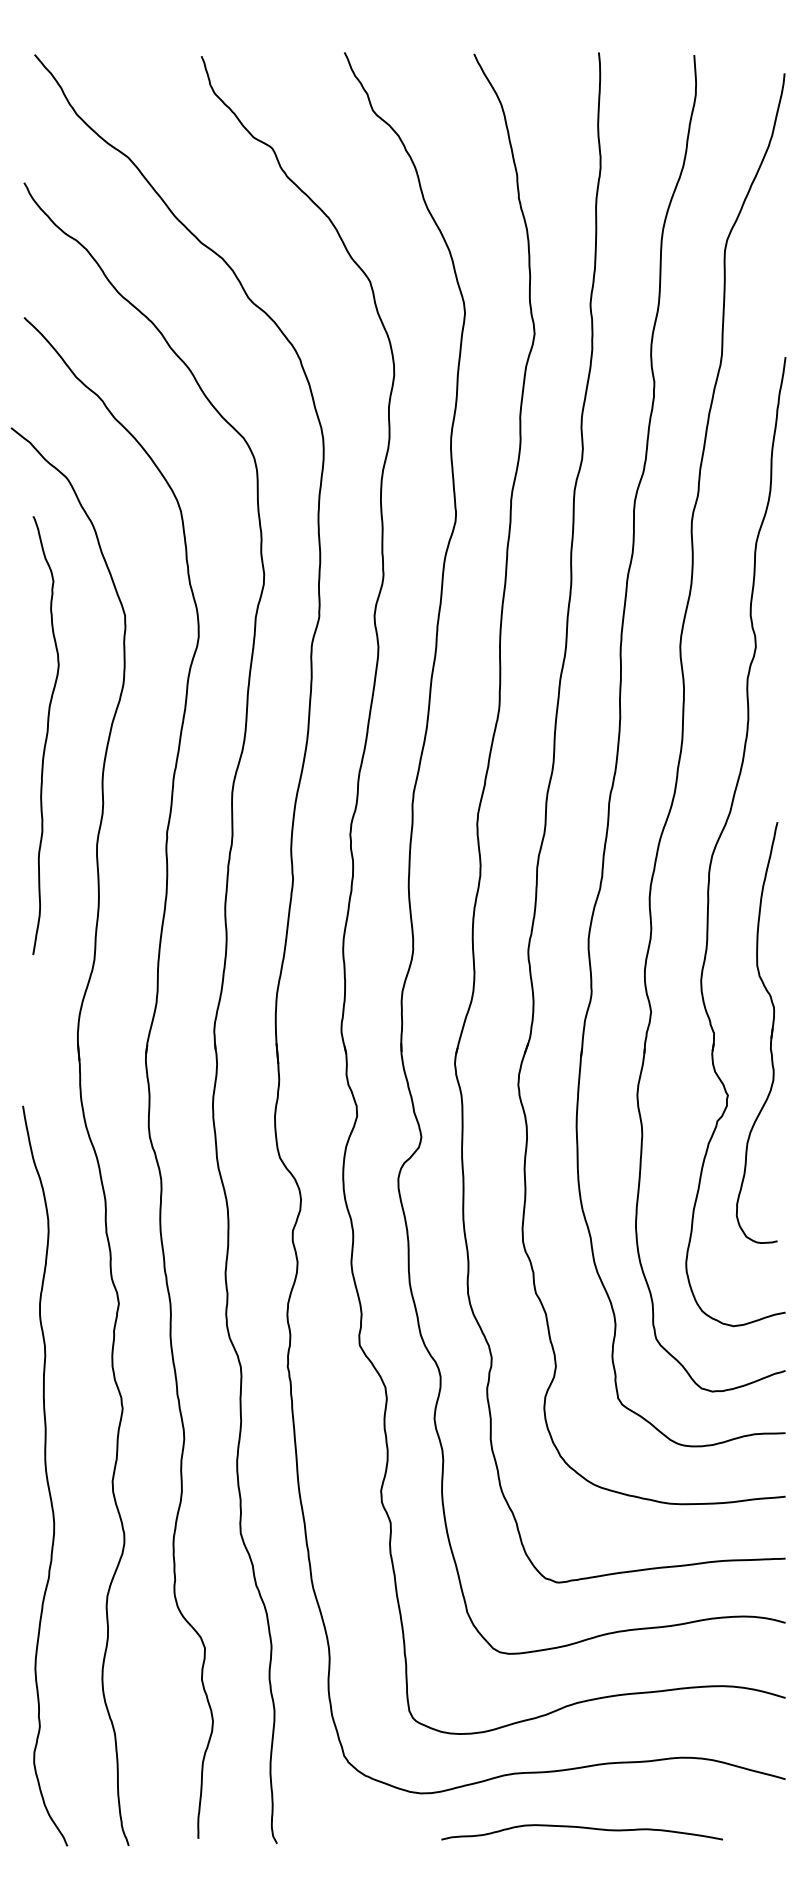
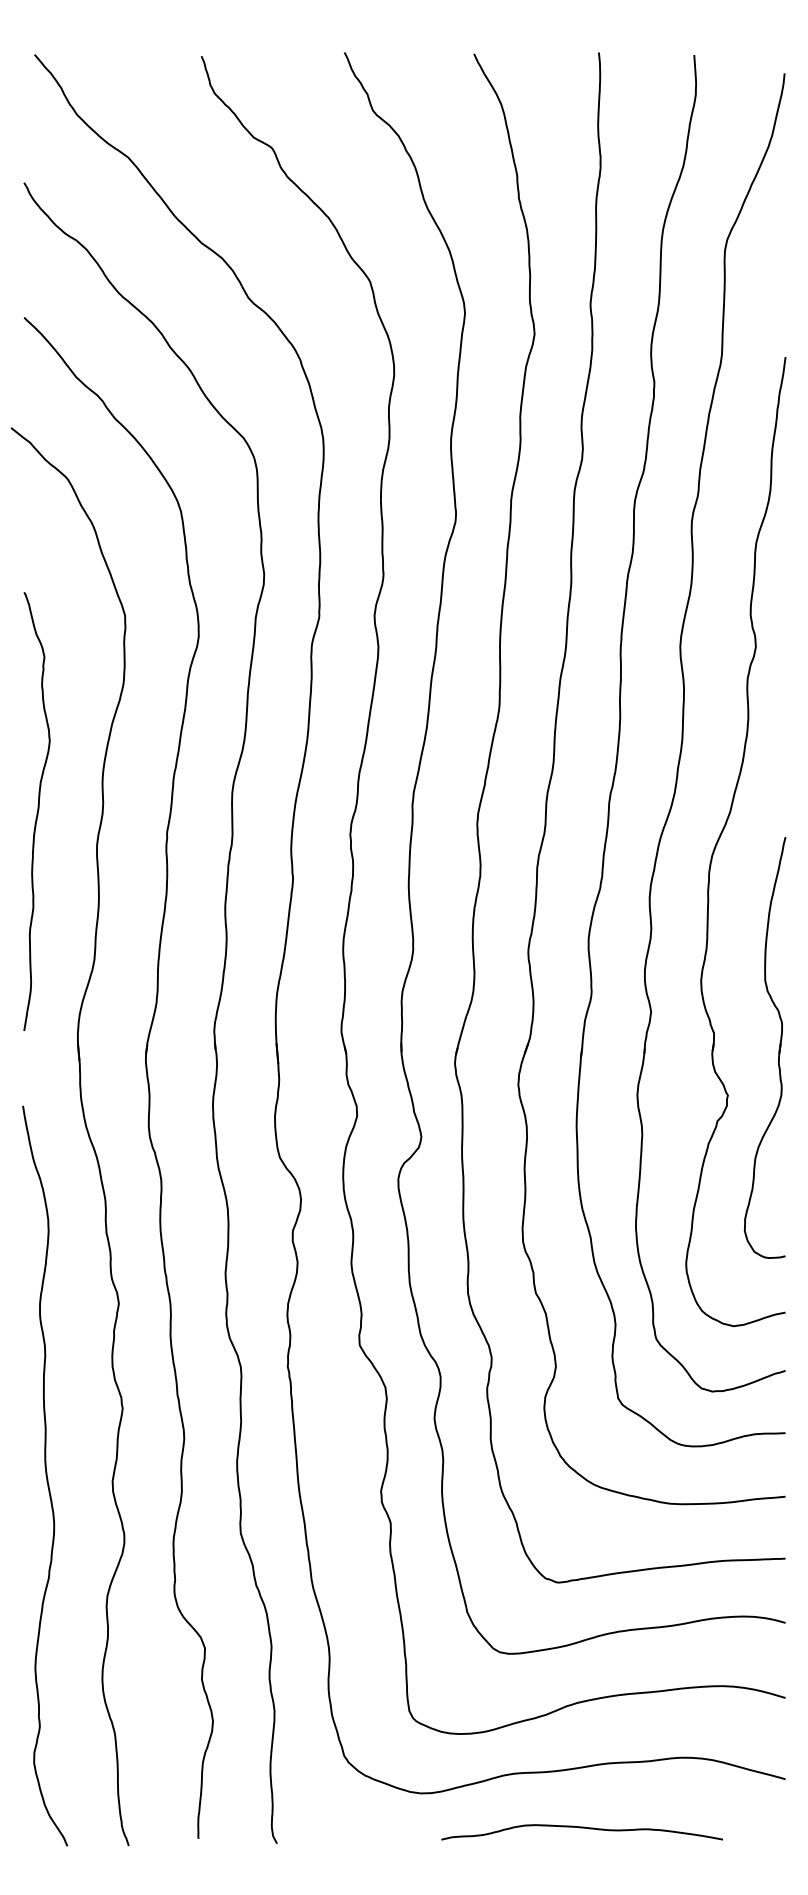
curve at (46, 735) position: (46, 735) -> (37, 811)
part at (770, 1034) position: (770, 1034) -> (778, 1049)
